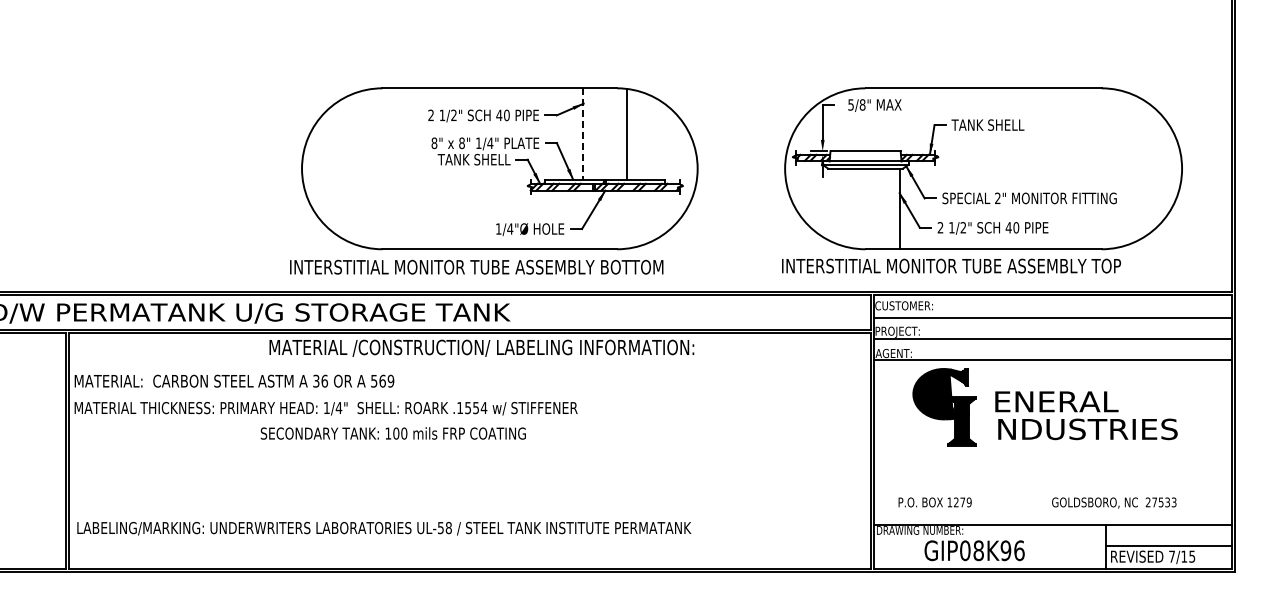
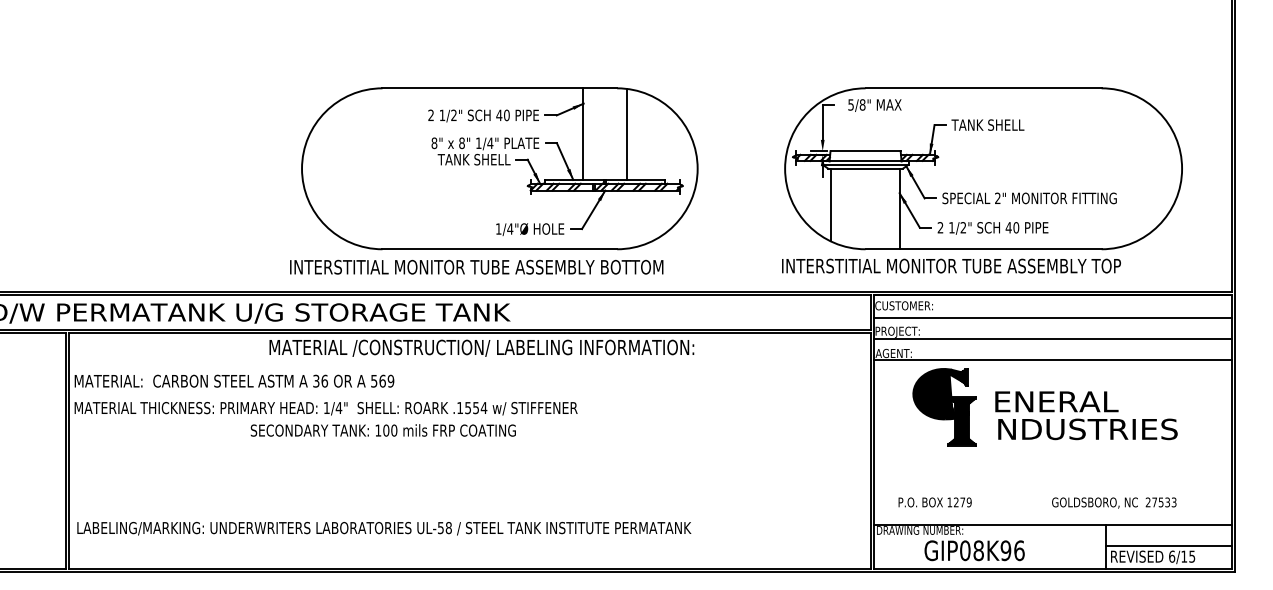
line at (583, 134): dashed -> solid
line at (830, 204): none -> present
text at (392, 433) position: (392, 433) -> (382, 430)
text at (1172, 556): 7/15 -> 6/15
